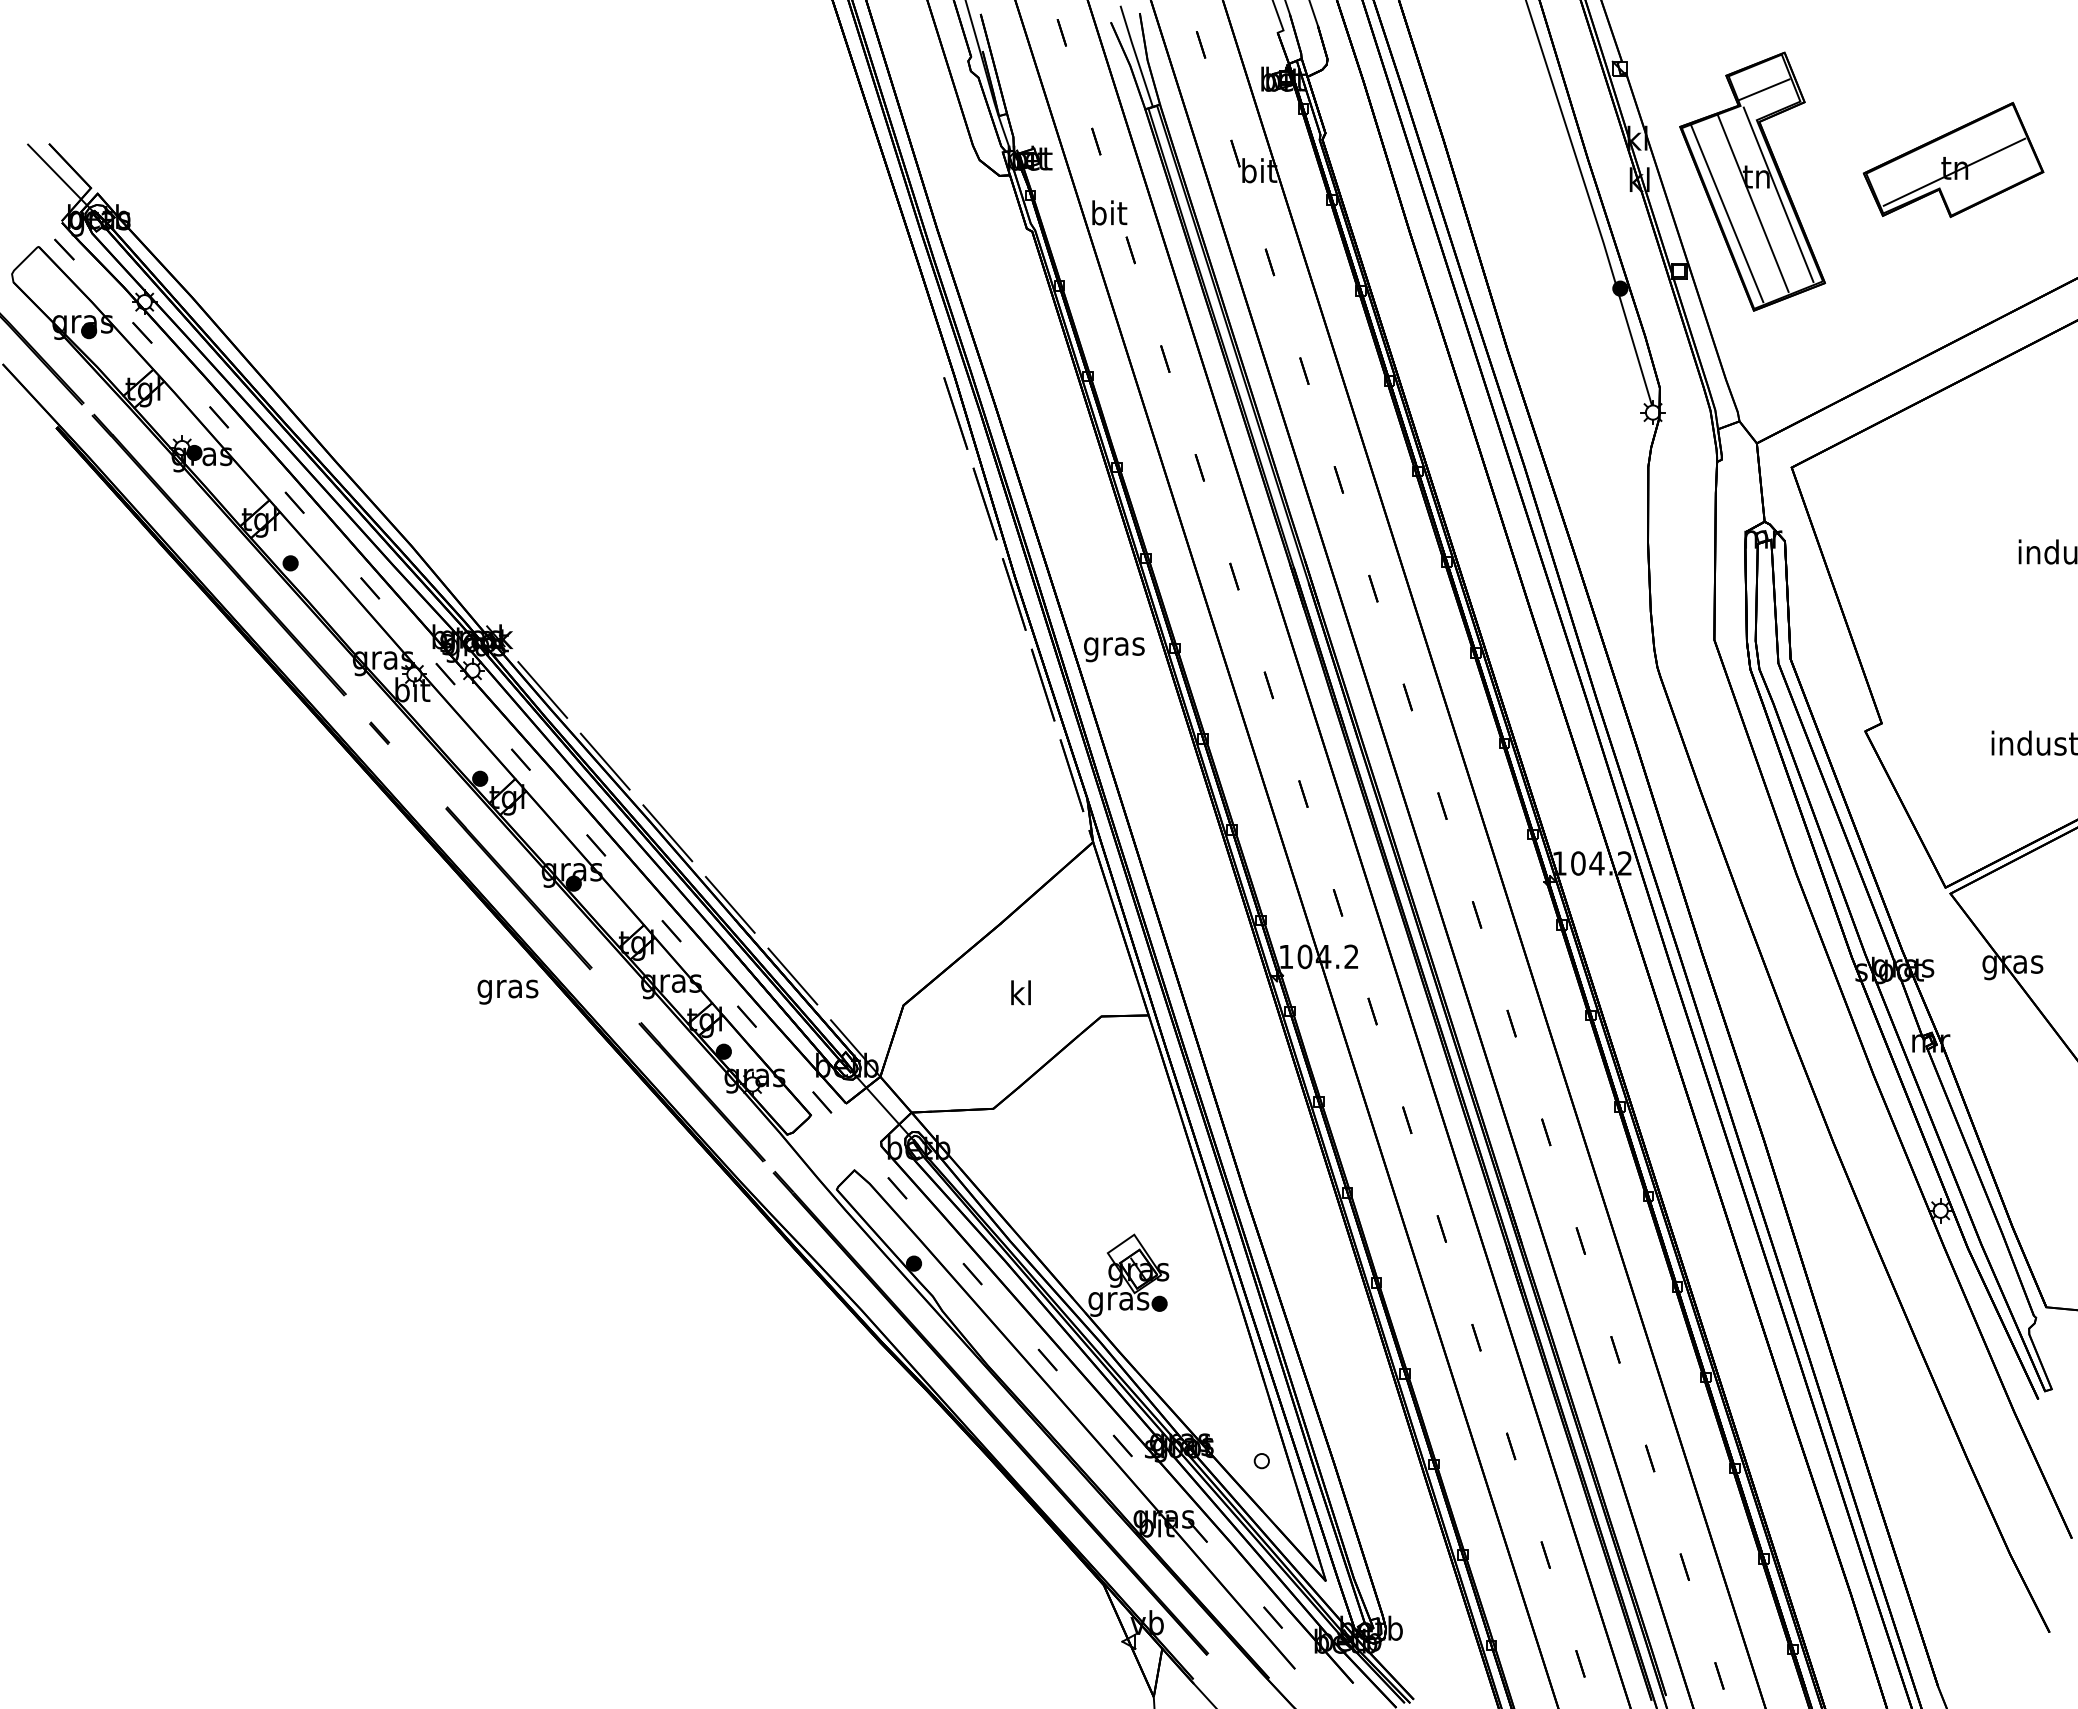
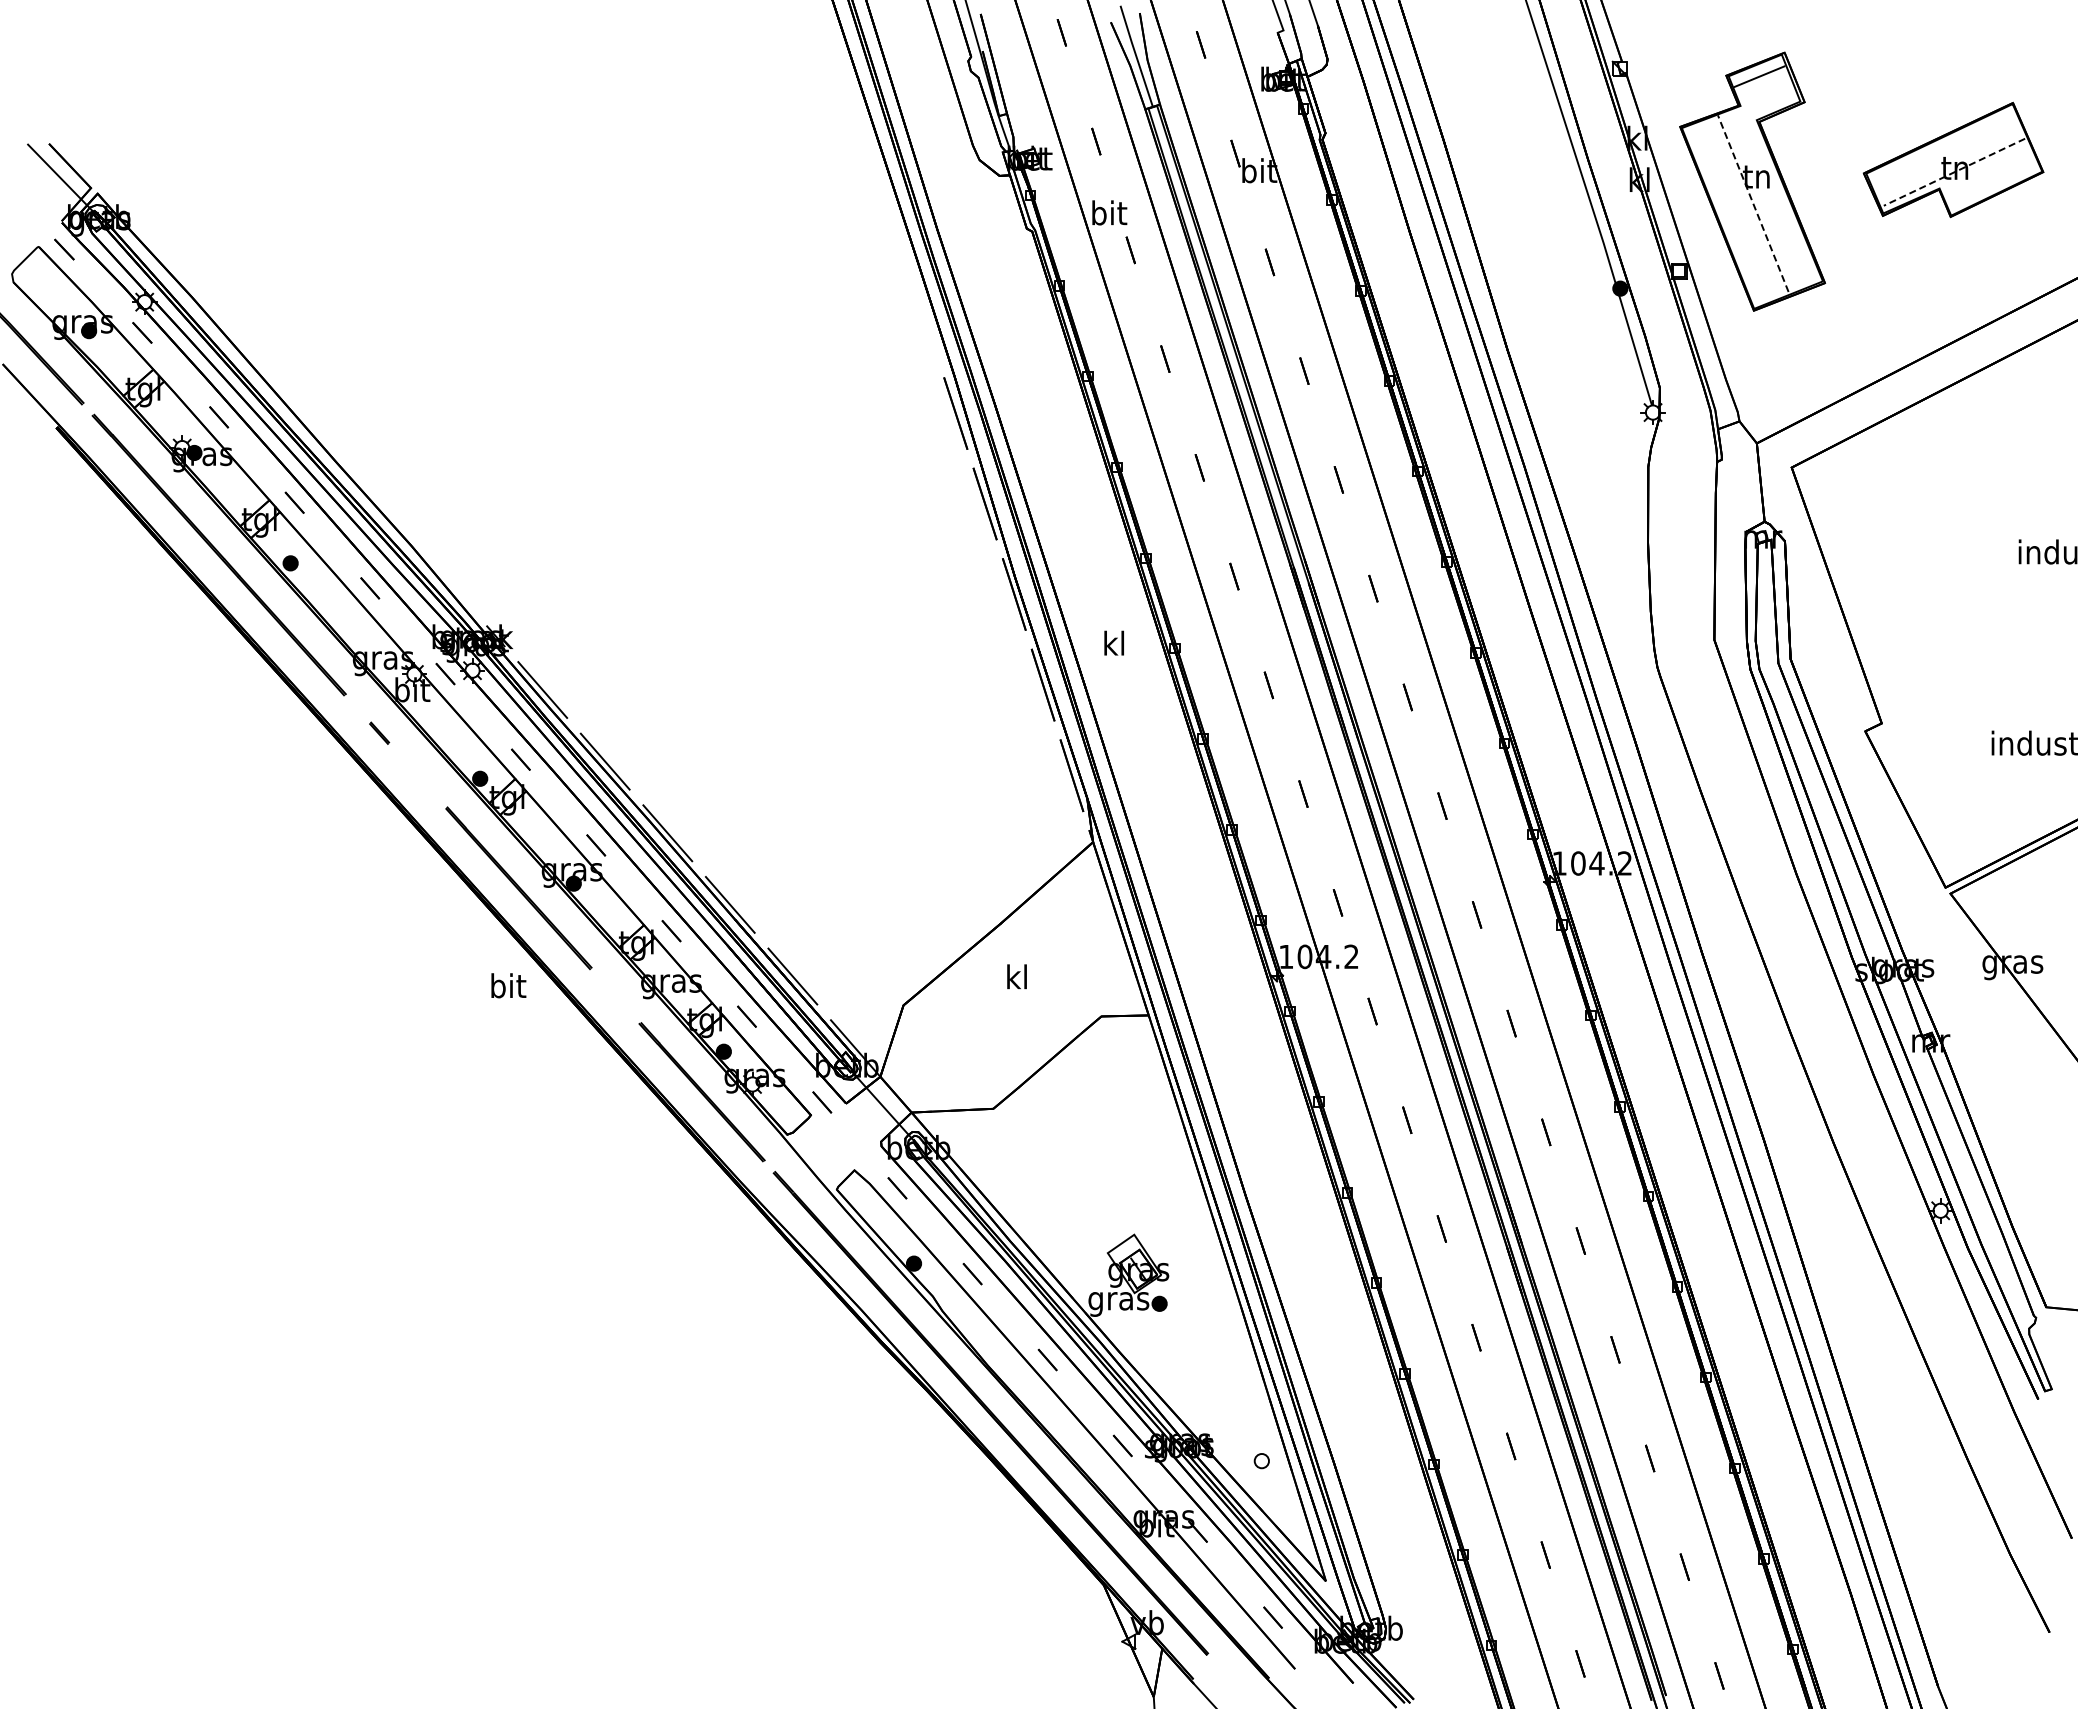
line at (1764, 89) position: (1764, 89) -> (1759, 76)
line at (1954, 172): solid -> dashed
line at (1778, 194): present -> none
line at (1753, 203): solid -> dashed
line at (1727, 213): present -> none
text at (1114, 646): gras -> kl
text at (507, 988): gras -> bit
text at (1020, 992) position: (1020, 992) -> (1016, 976)
